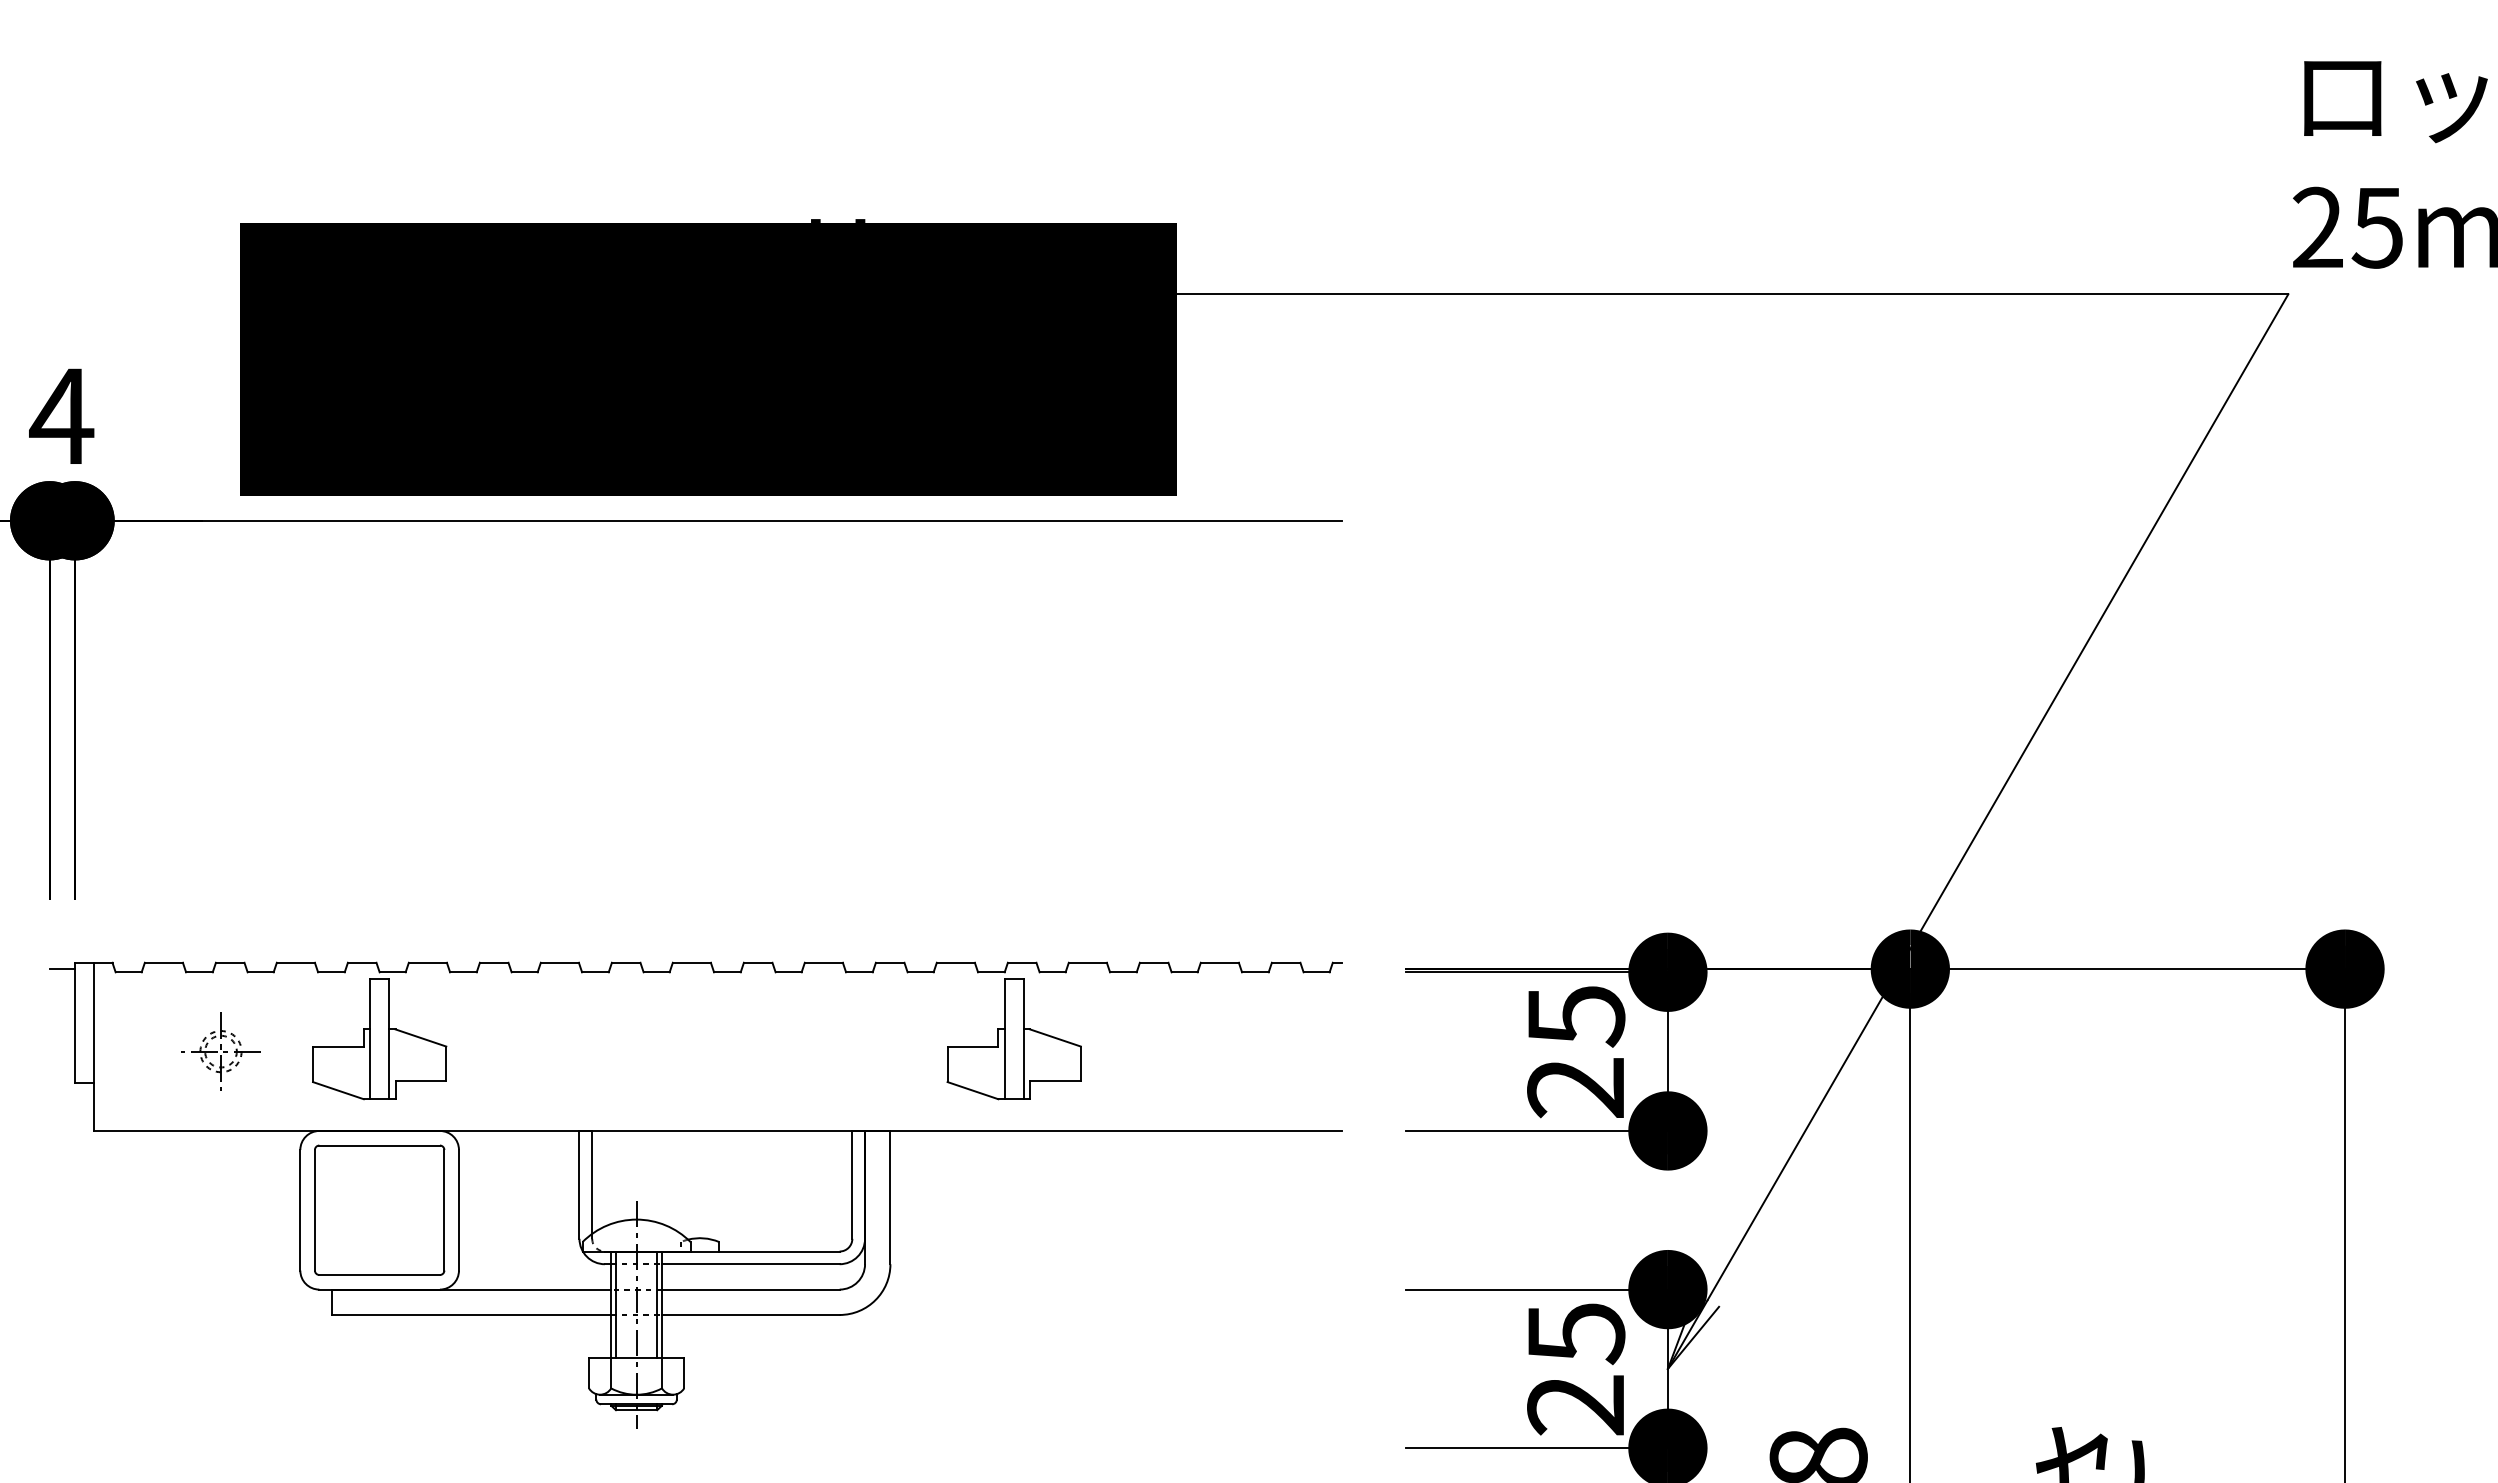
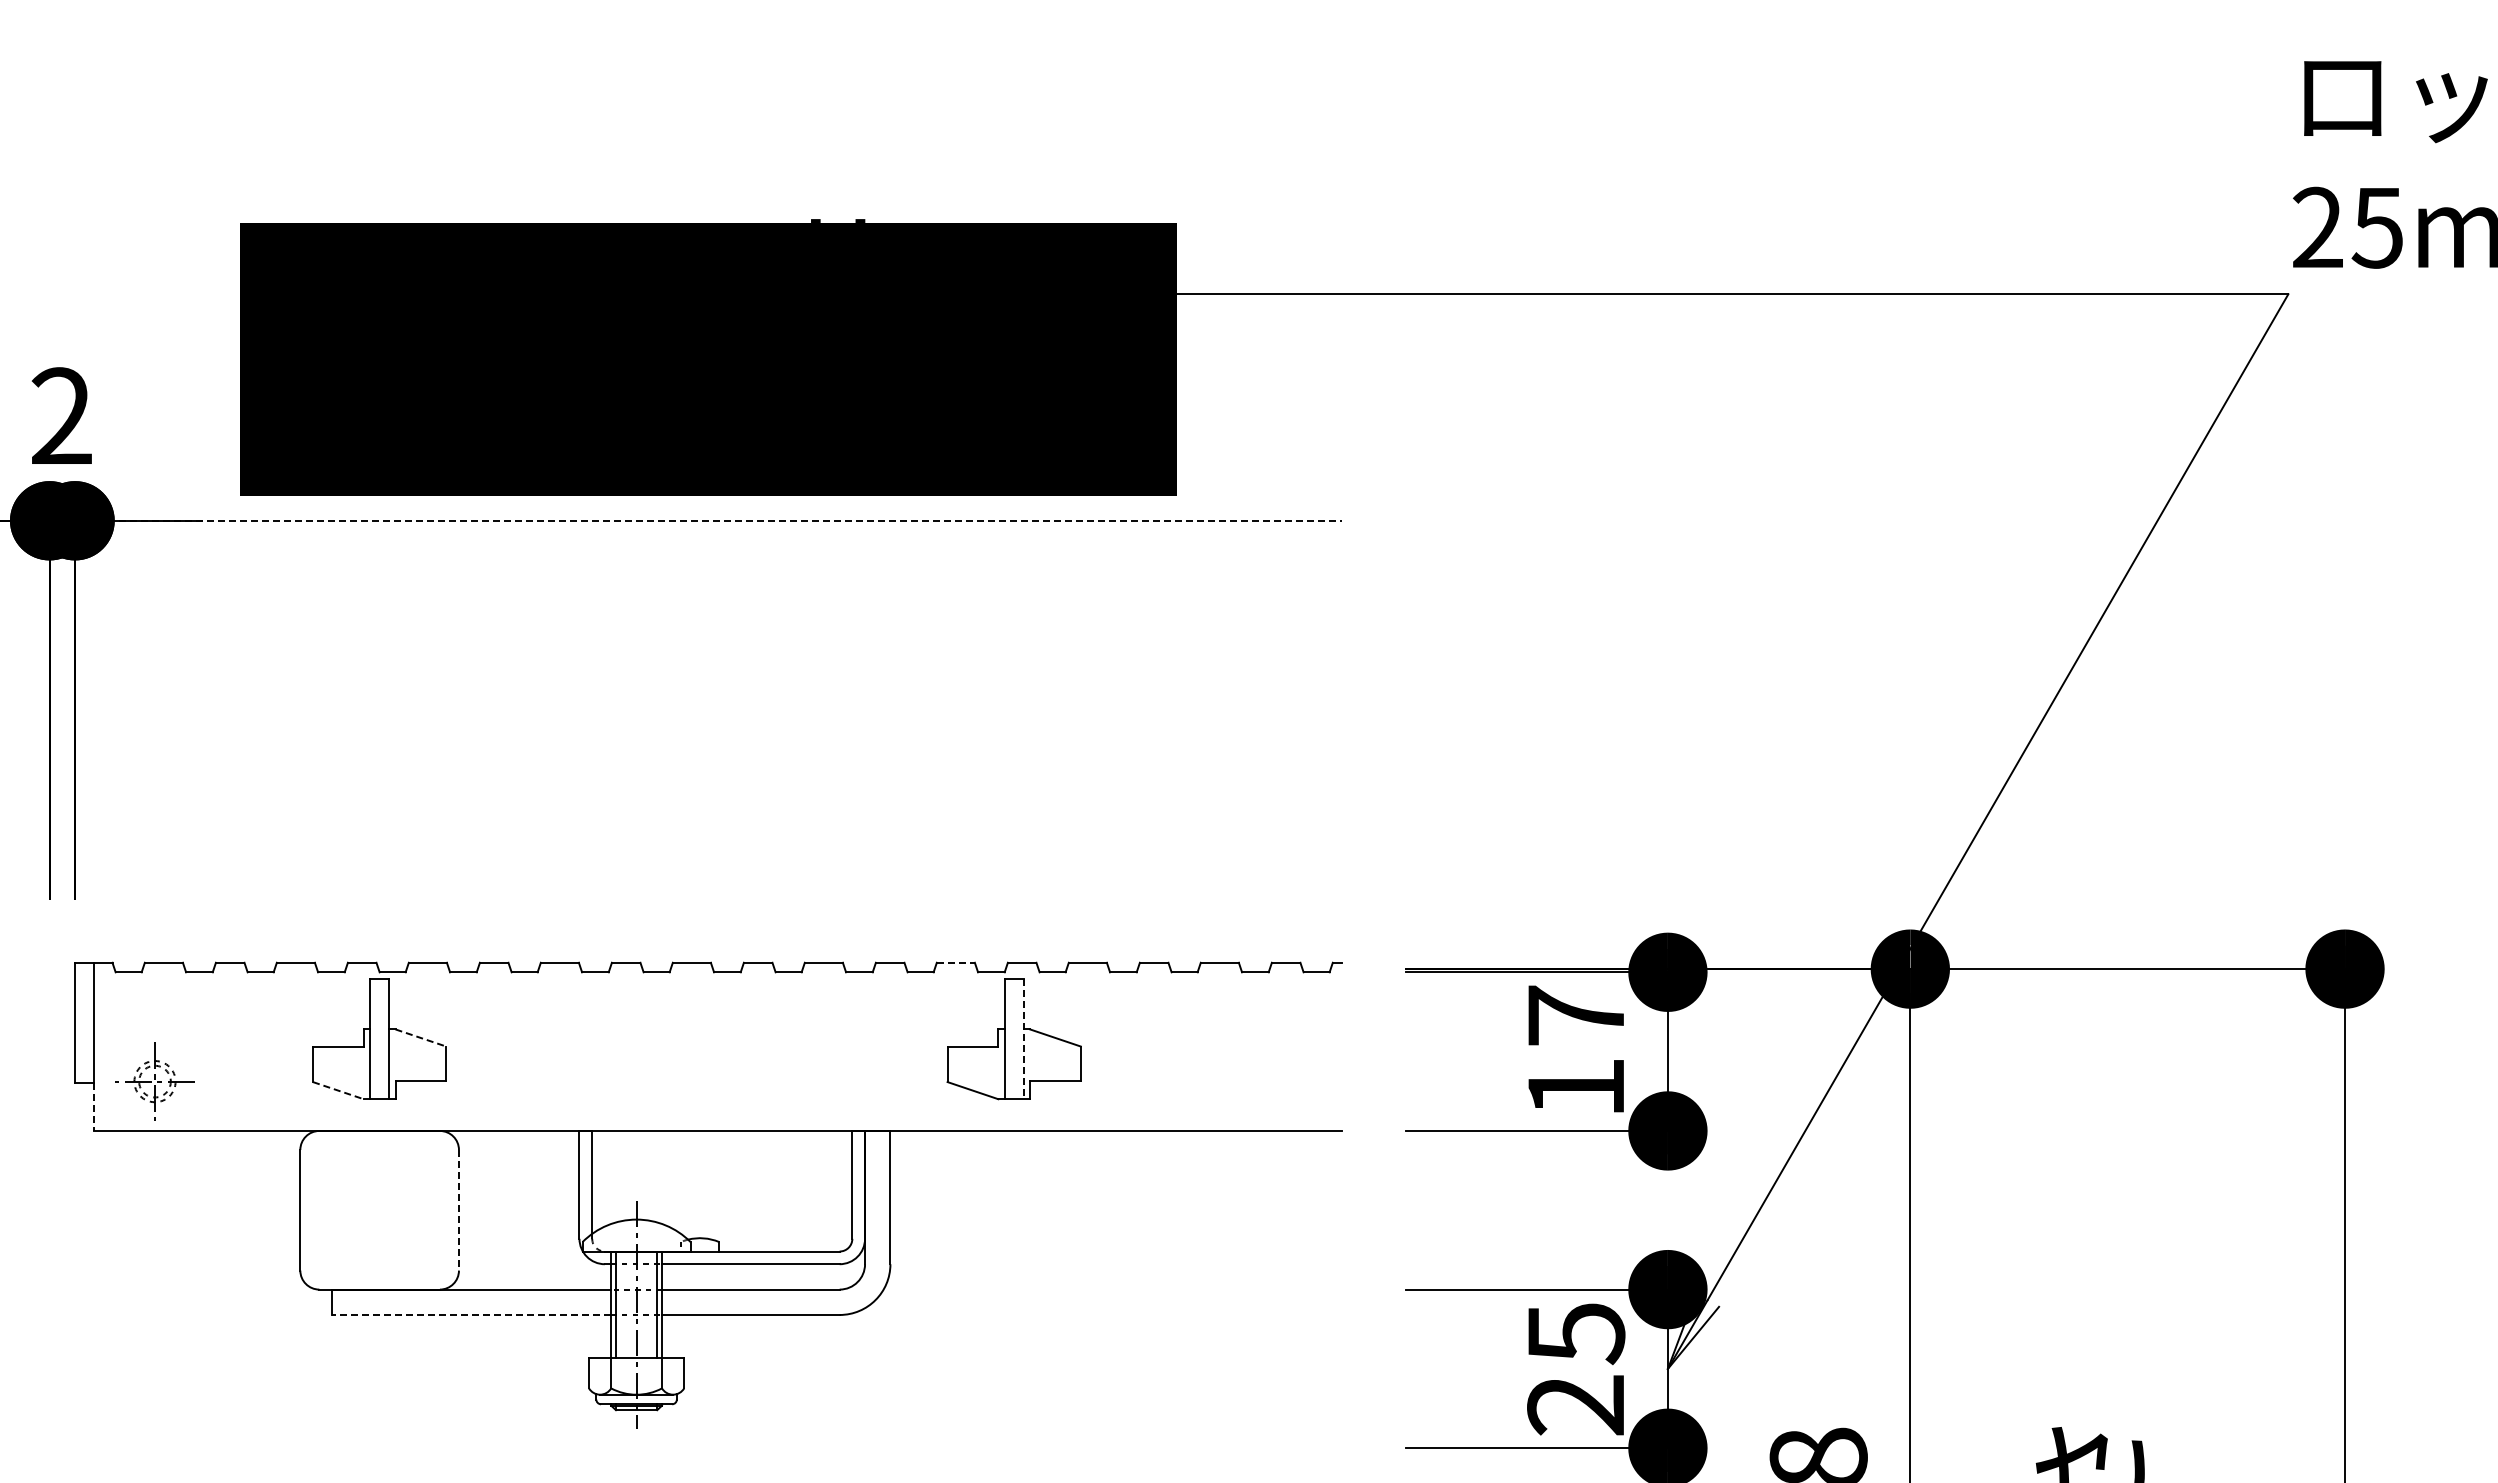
text at (61, 415): 4 -> 2
line at (708, 520): solid -> dashed
line at (956, 962): solid -> dashed
line at (62, 969): present -> none
line at (420, 1037): solid -> dashed
line at (1023, 1039): solid -> dashed
part at (220, 1051) position: (220, 1051) -> (154, 1081)
text at (1576, 1051): 25 -> 17
line at (338, 1090): solid -> dashed
line at (94, 1107): solid -> dashed
part at (379, 1209): present -> none
line at (458, 1210): solid -> dashed
line at (471, 1314): solid -> dashed
